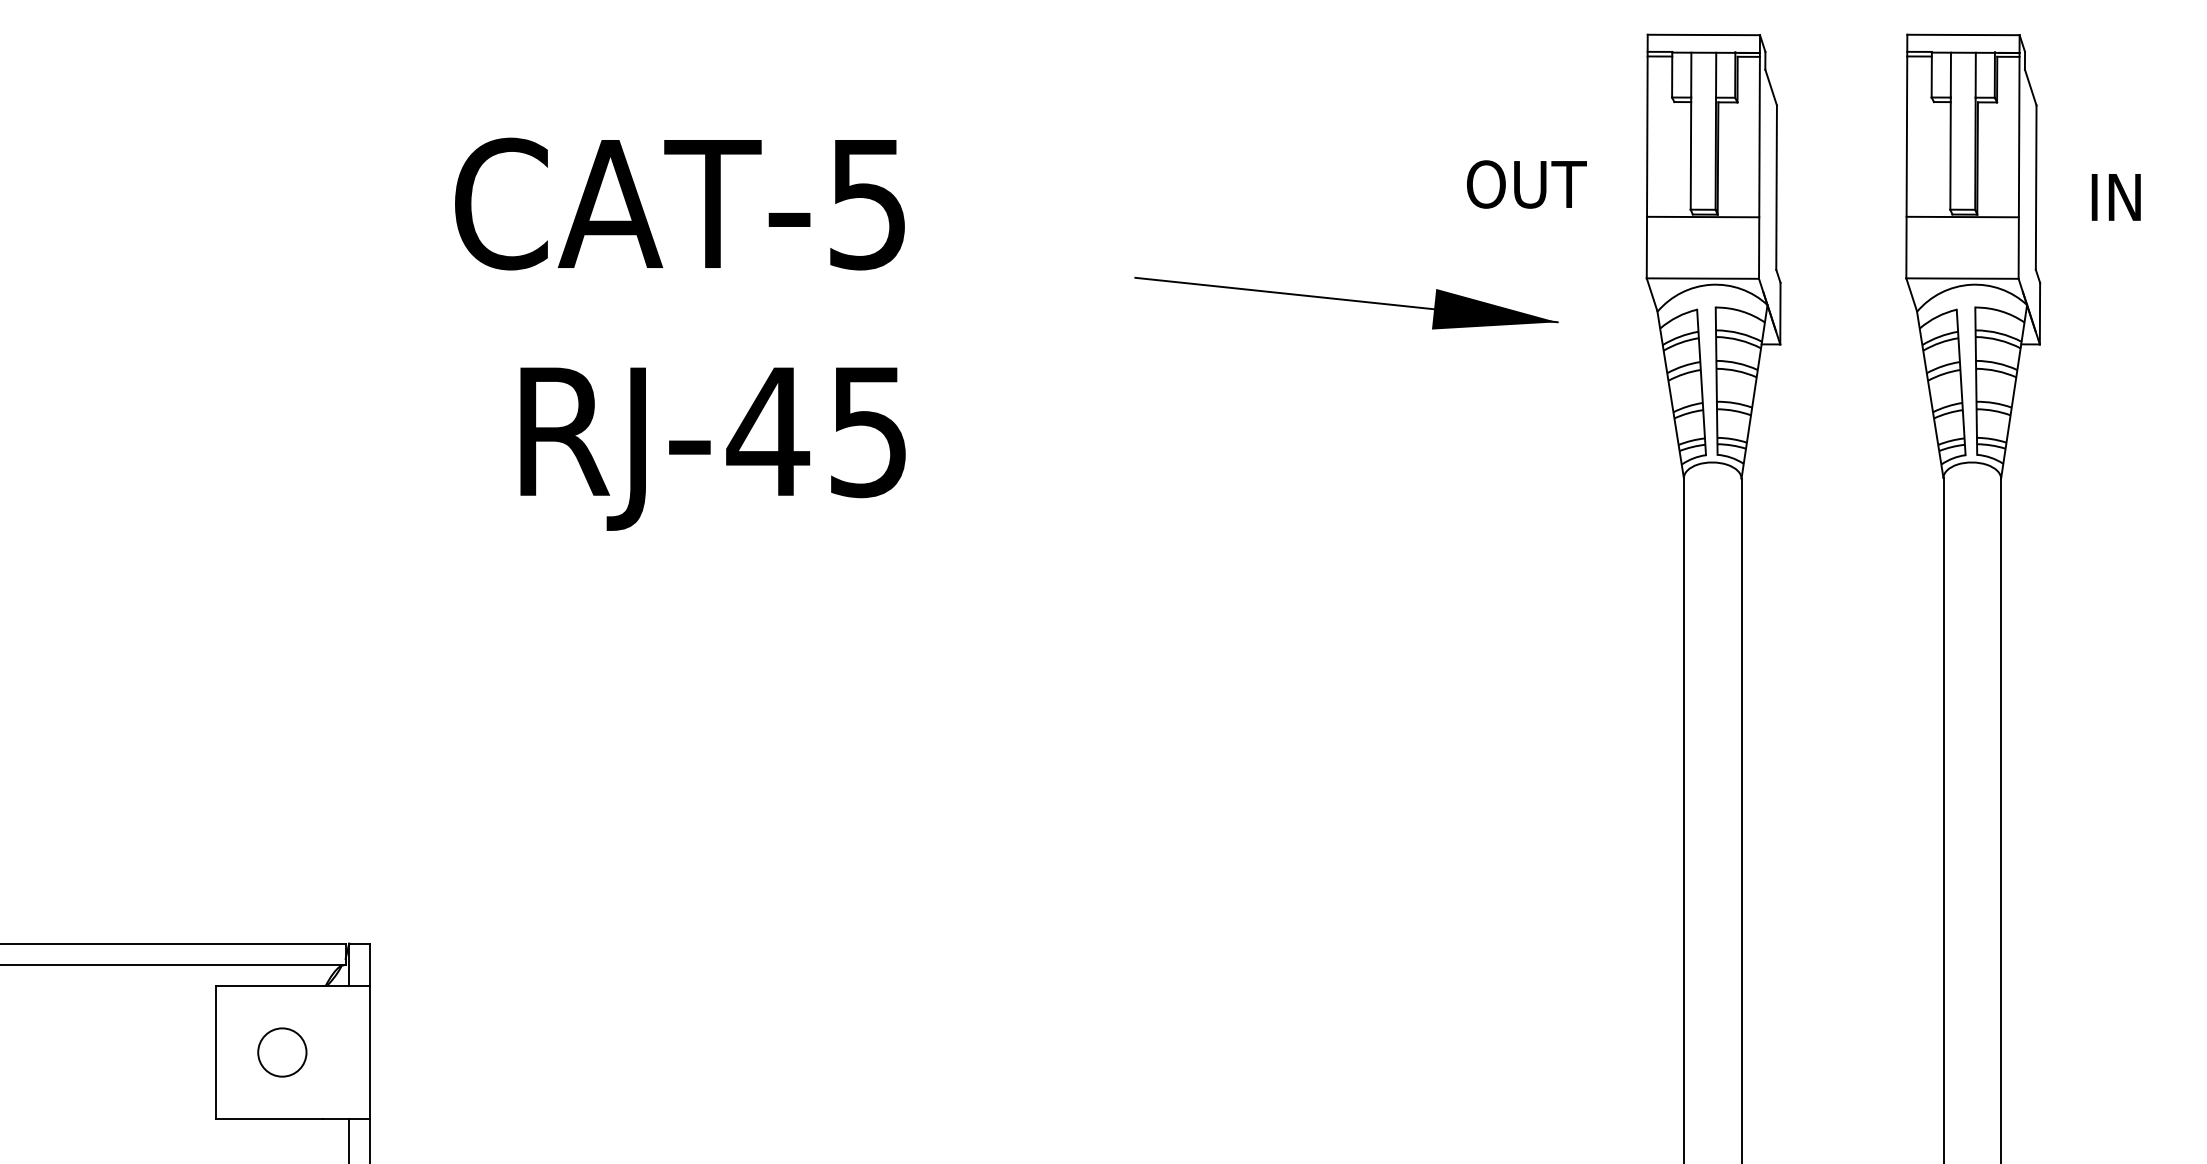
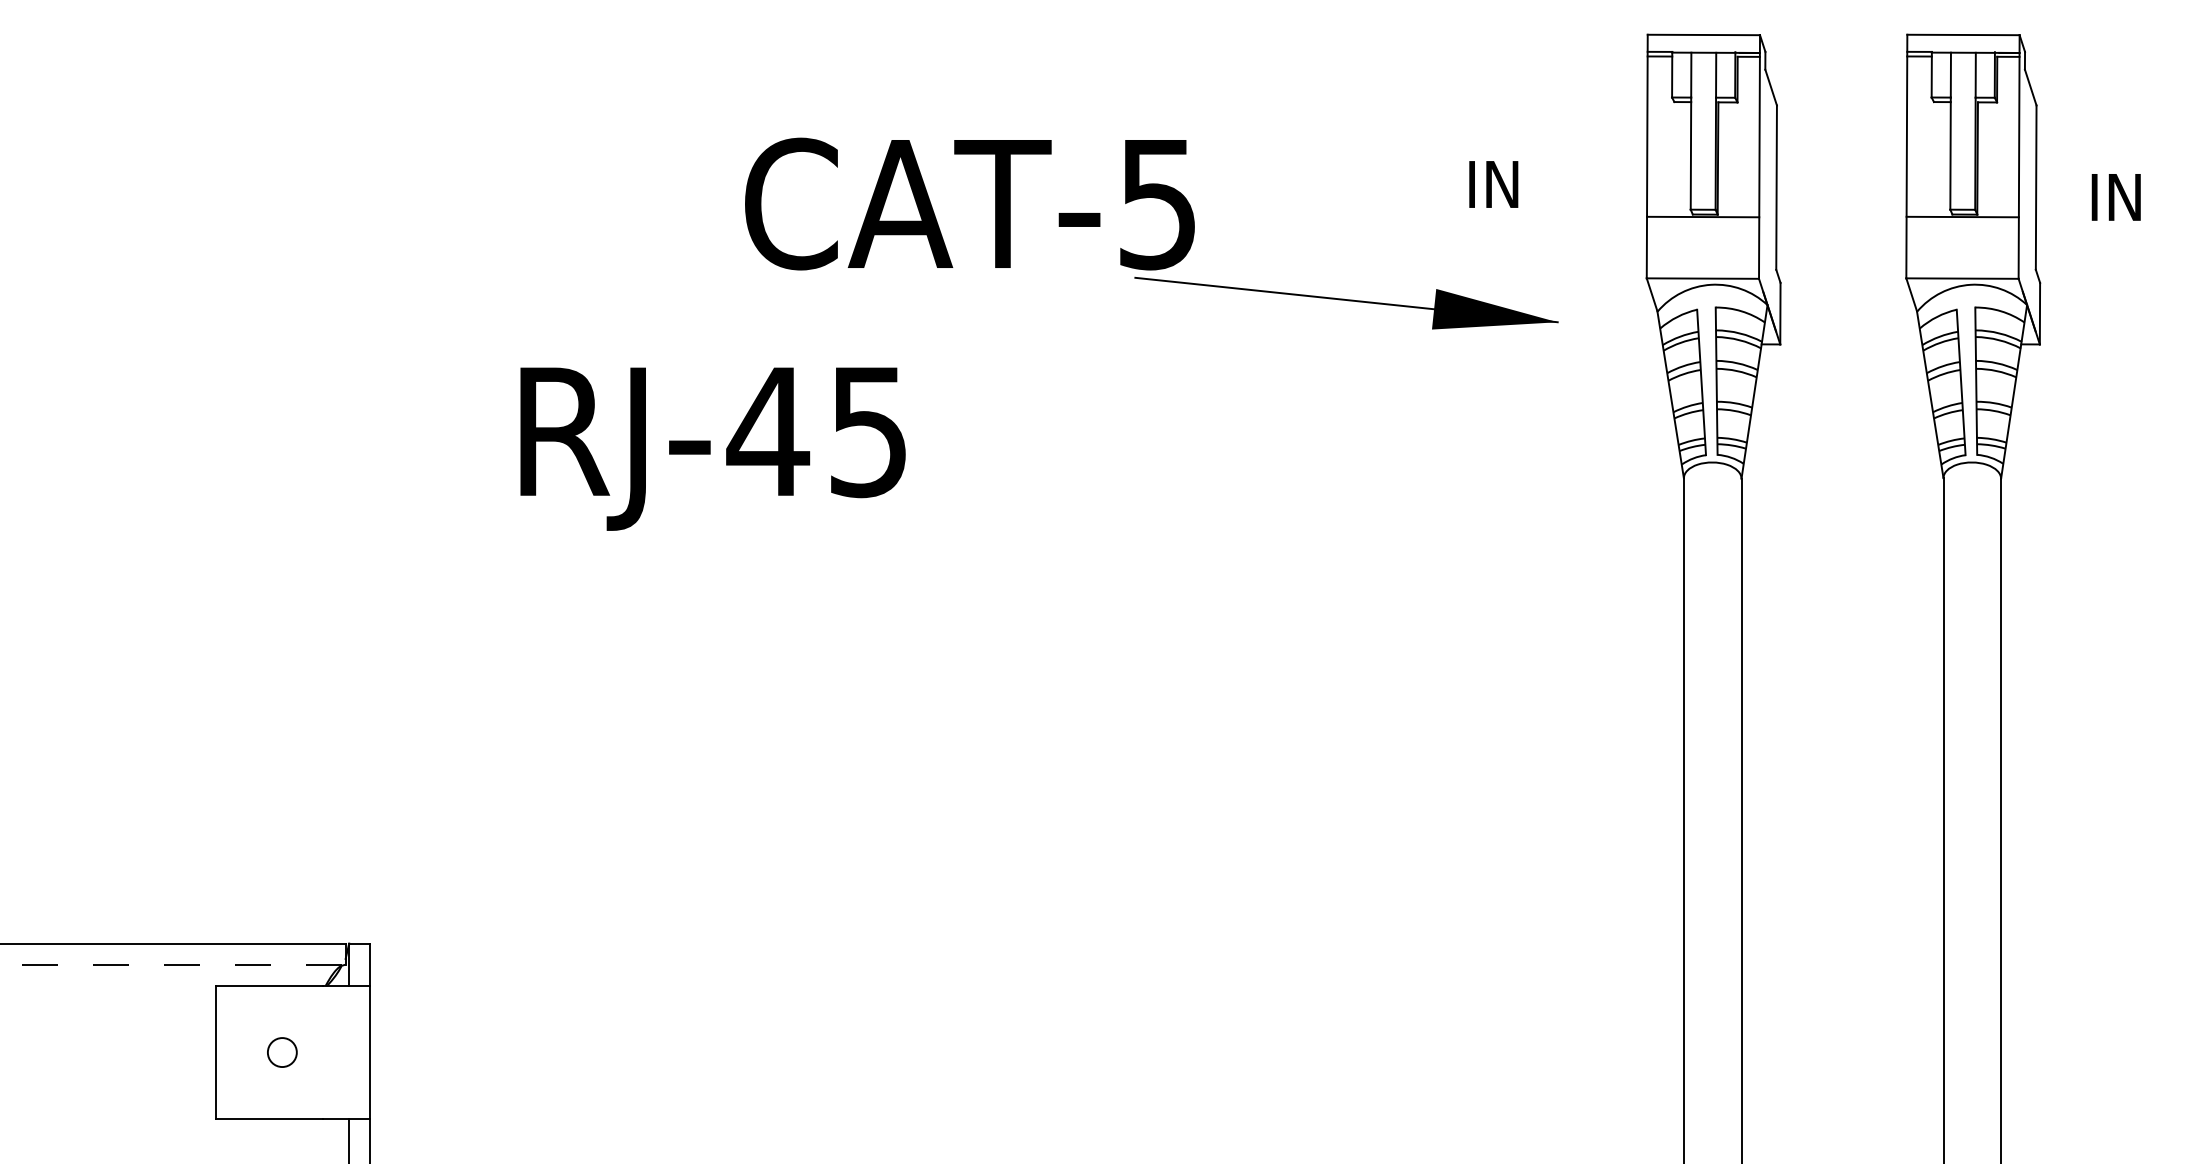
text at (1526, 184): OUT -> IN
text at (679, 203) position: (679, 203) -> (969, 203)
line at (173, 964): solid -> dashed
circle at (282, 1052) diameter: 48 px -> 29 px
